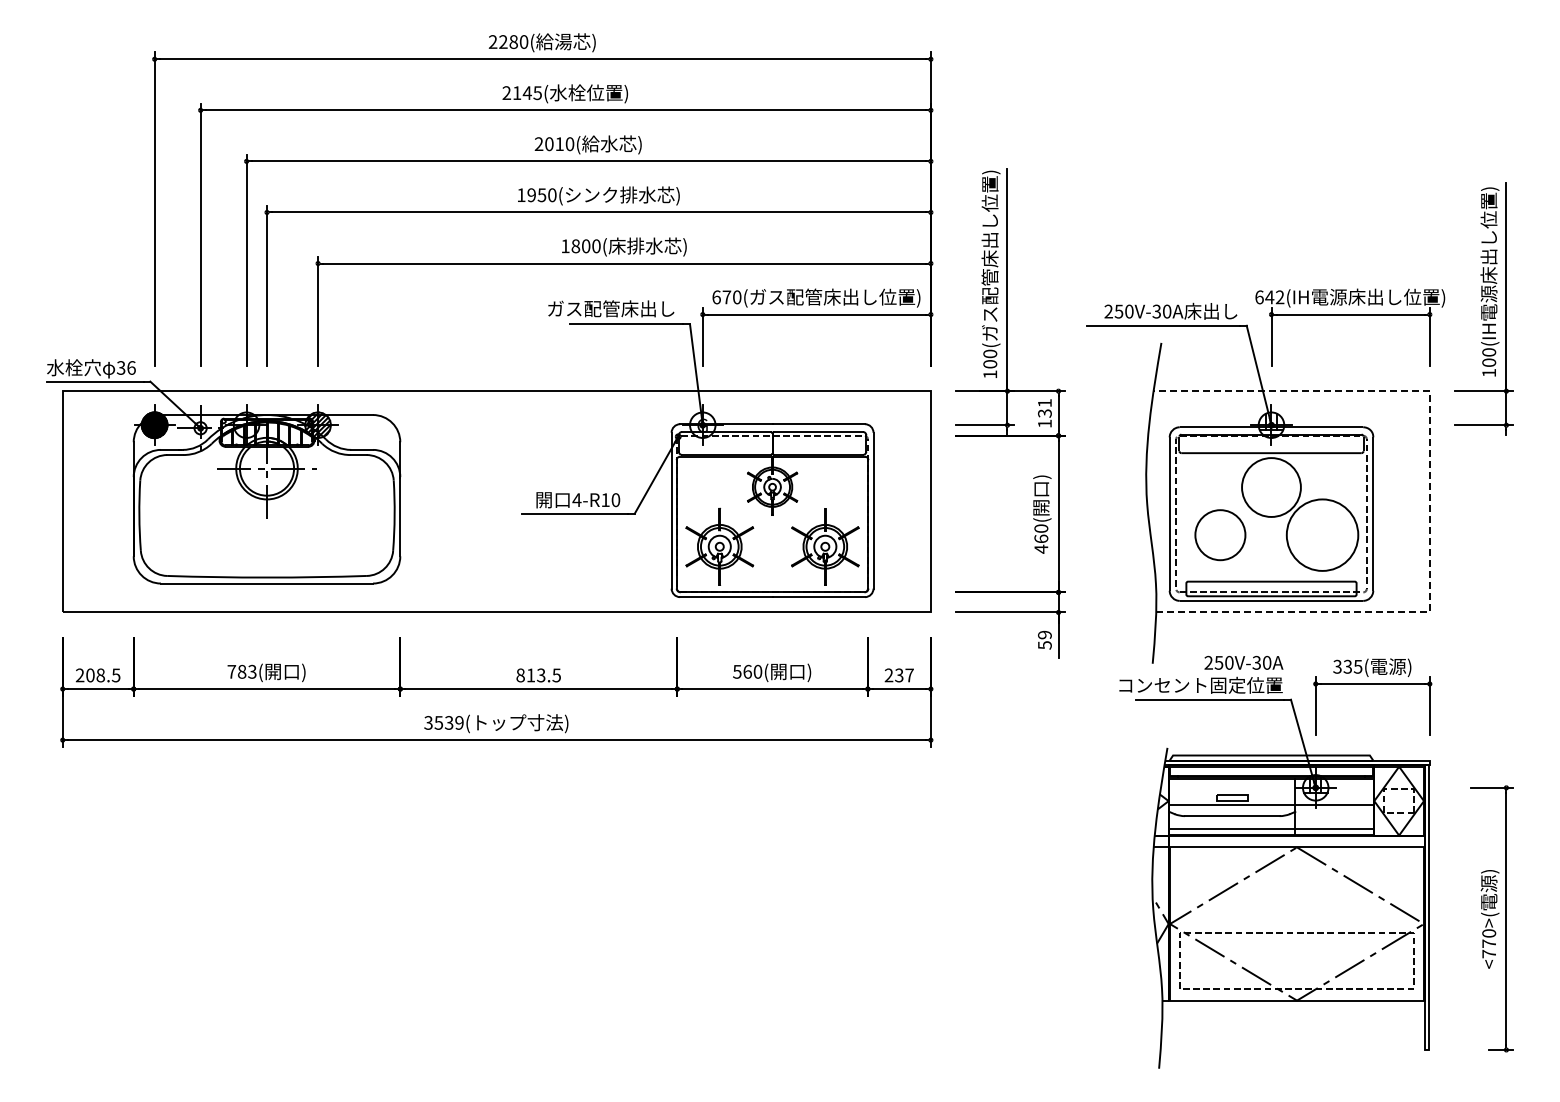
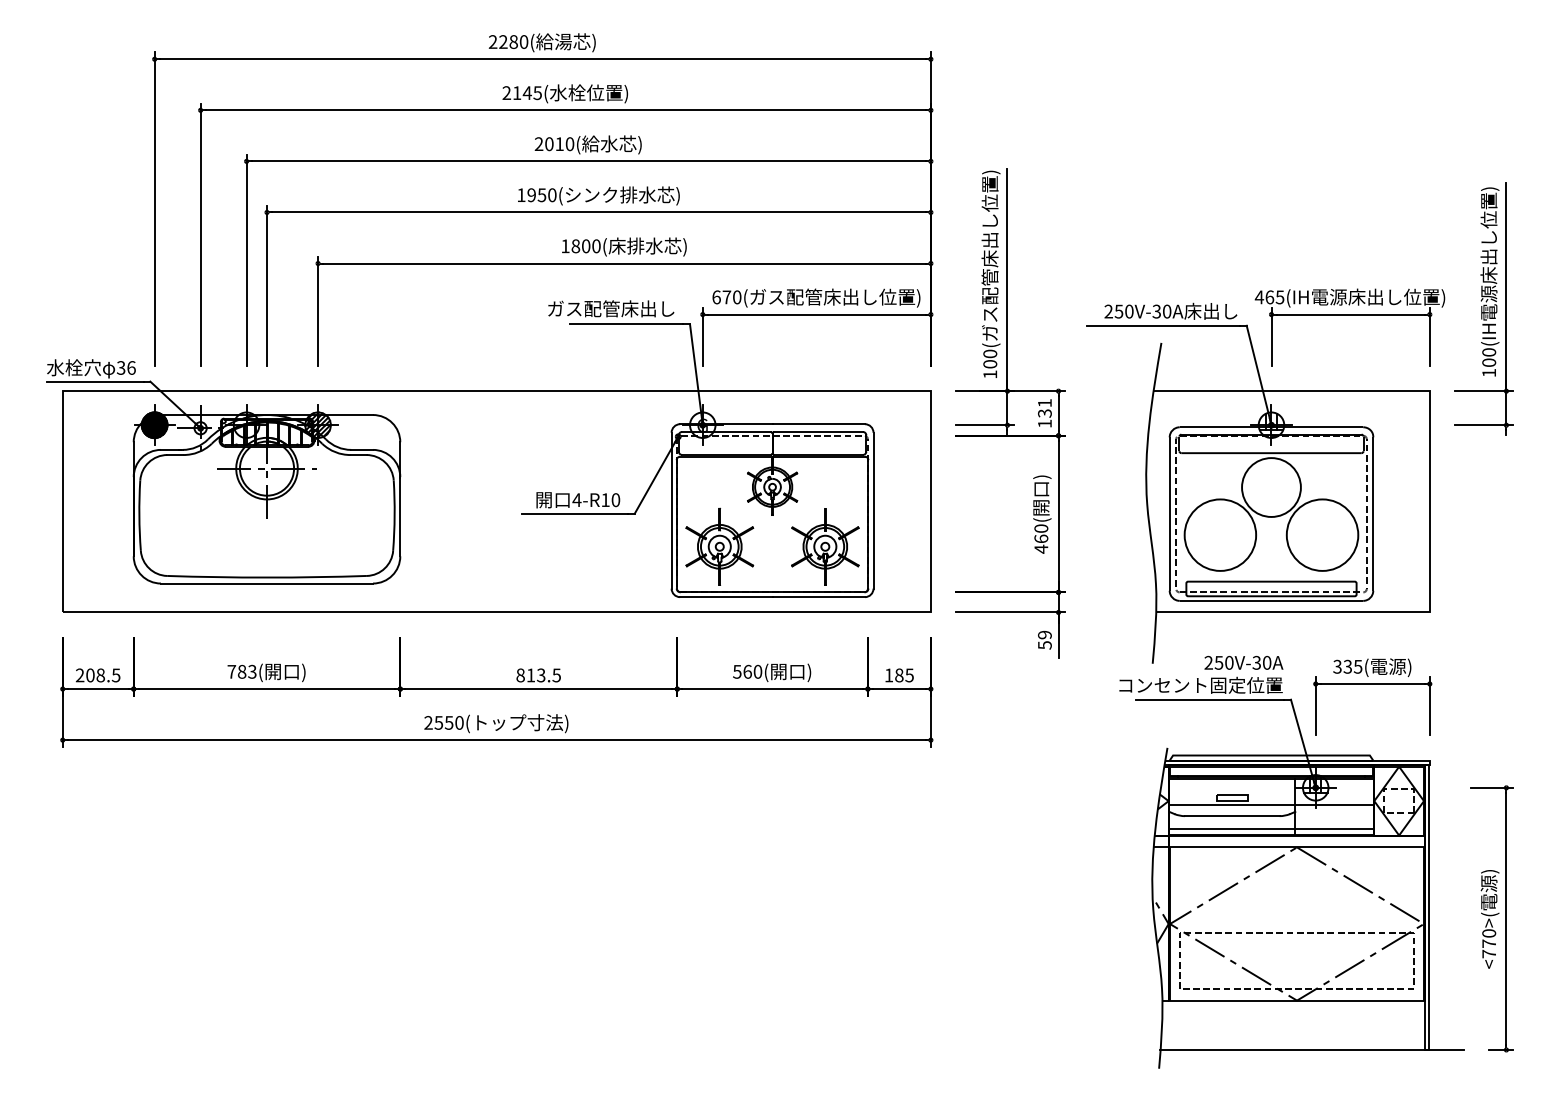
text at (1269, 297): 642 -> 465
line at (1429, 499): dashed -> solid
circle at (1220, 535) diameter: 50 px -> 71 px
text at (898, 675): 237 -> 185
text at (443, 722): 3539 -> 2550
line at (1311, 1049): none -> present
